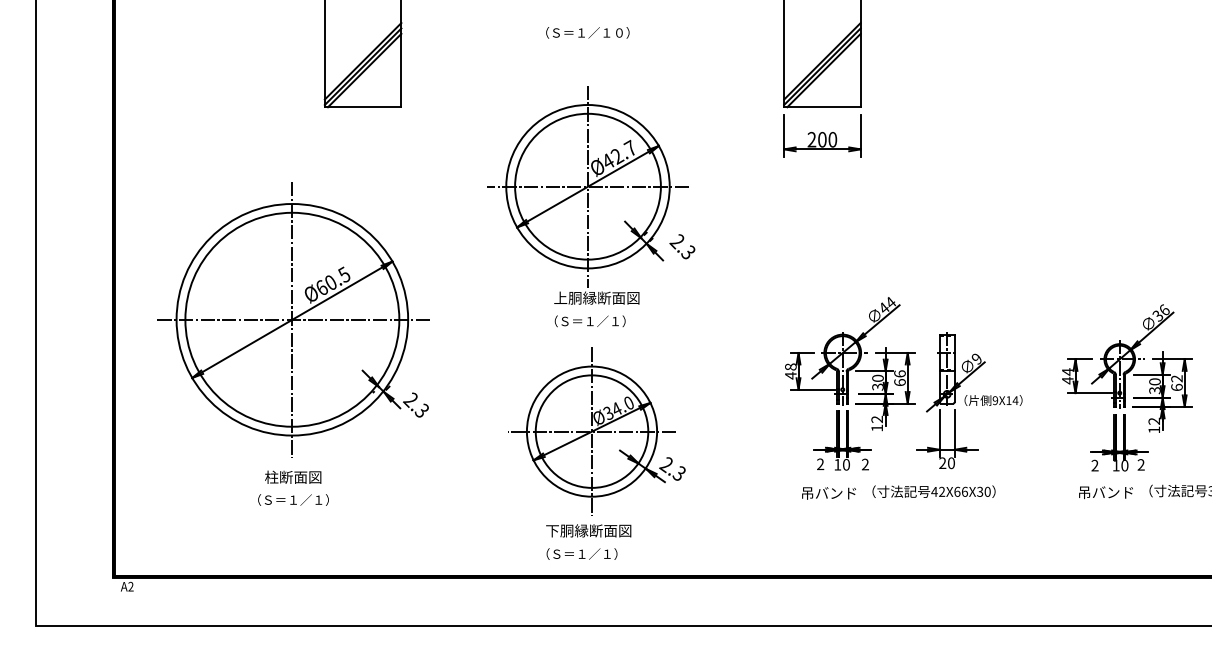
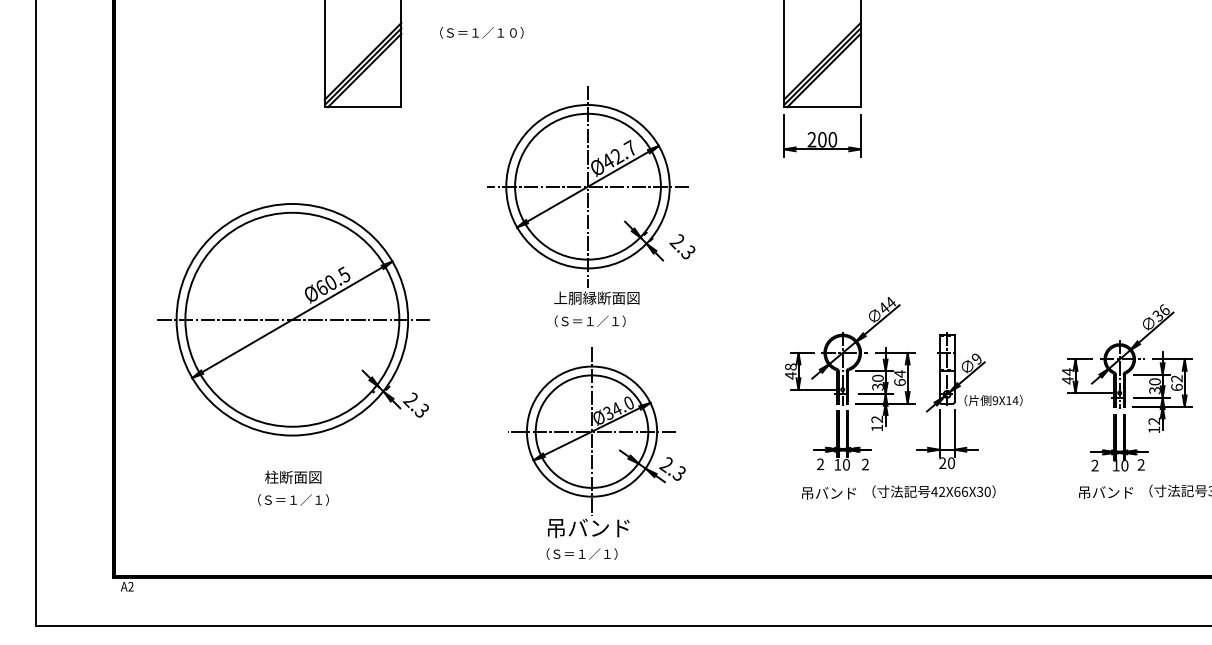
text at (587, 32) position: (587, 32) -> (481, 32)
line at (292, 319): present -> none
text at (899, 373): 66 -> 64
text at (588, 528): 下胴縁断面図 -> 吊バンド
